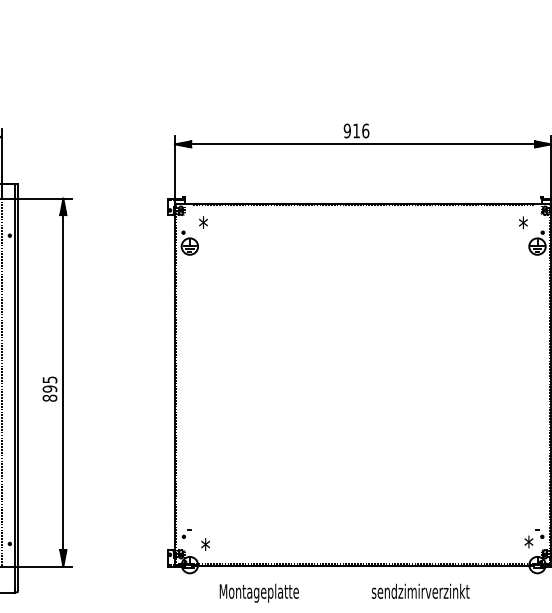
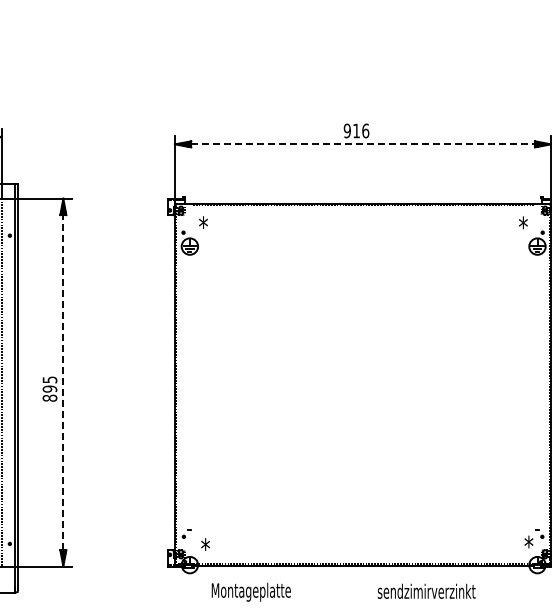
line at (363, 144): solid -> dashed
line at (63, 382): solid -> dashed
text at (420, 590) position: (420, 590) -> (426, 590)
text at (258, 592) position: (258, 592) -> (250, 591)
